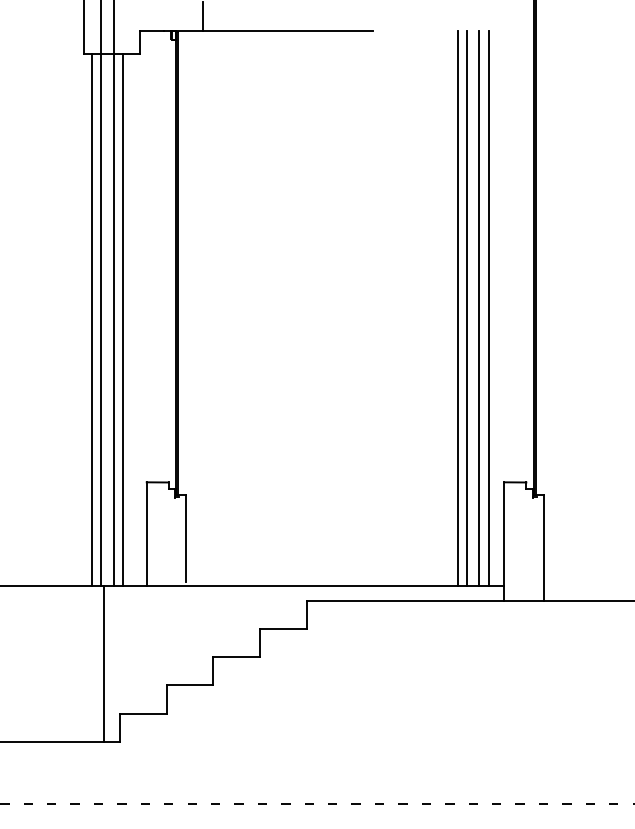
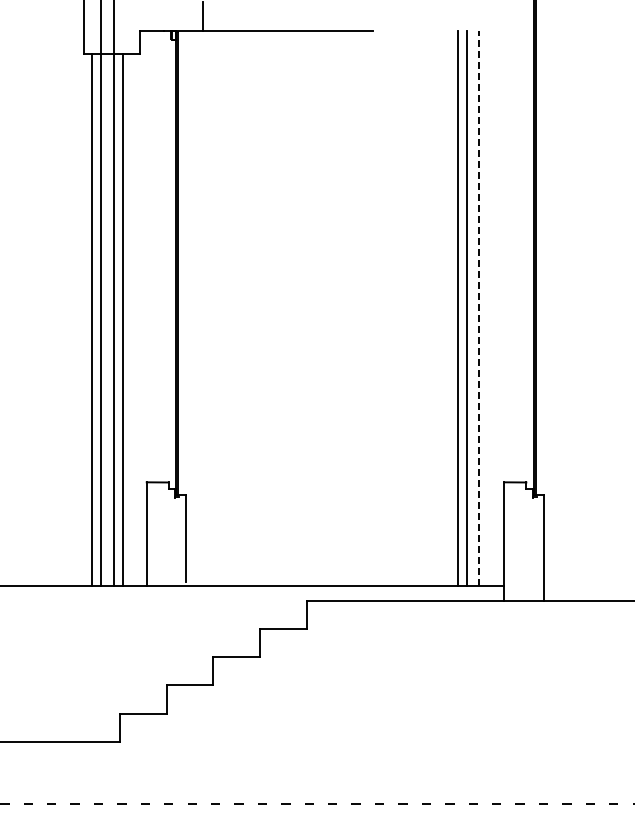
line at (479, 307): solid -> dashed
line at (488, 308): present -> none
line at (104, 663): present -> none
